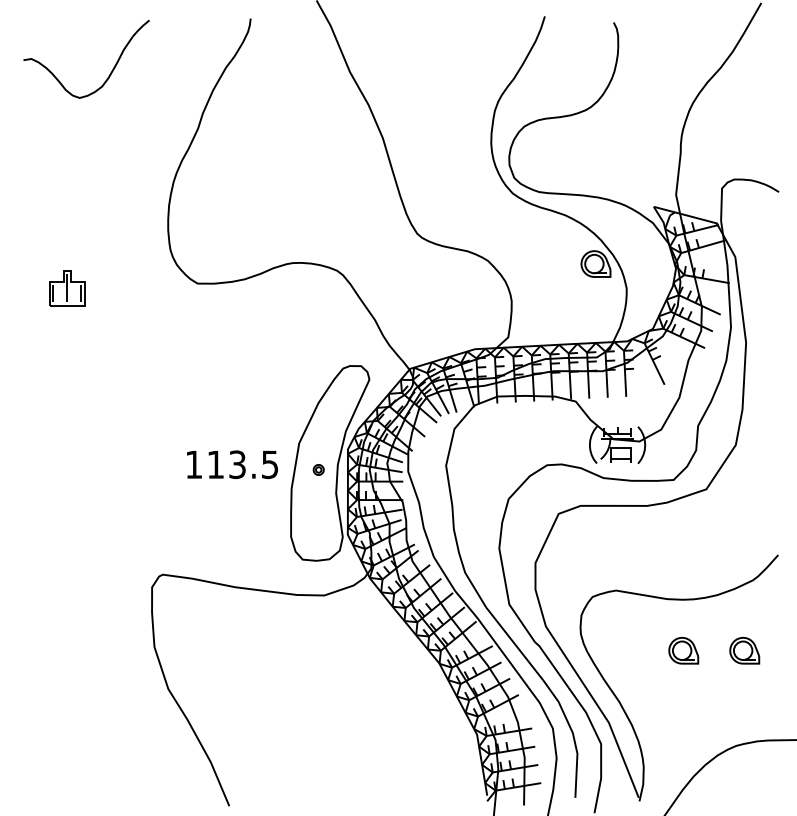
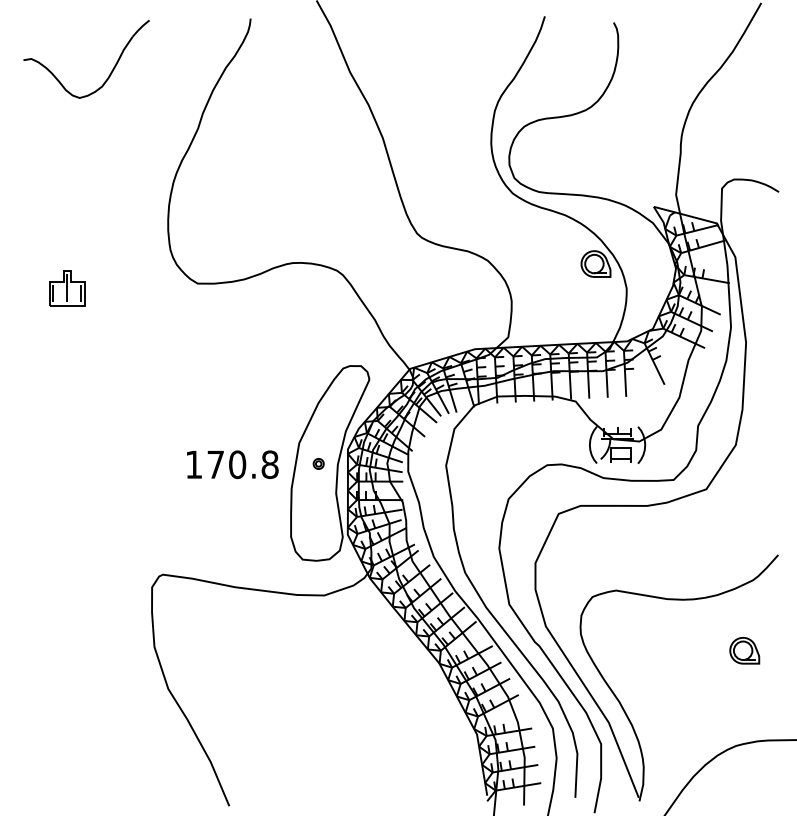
text at (242, 464): 113.5 -> 170.8
part at (318, 469) position: (318, 469) -> (318, 463)
part at (683, 650): present -> none
